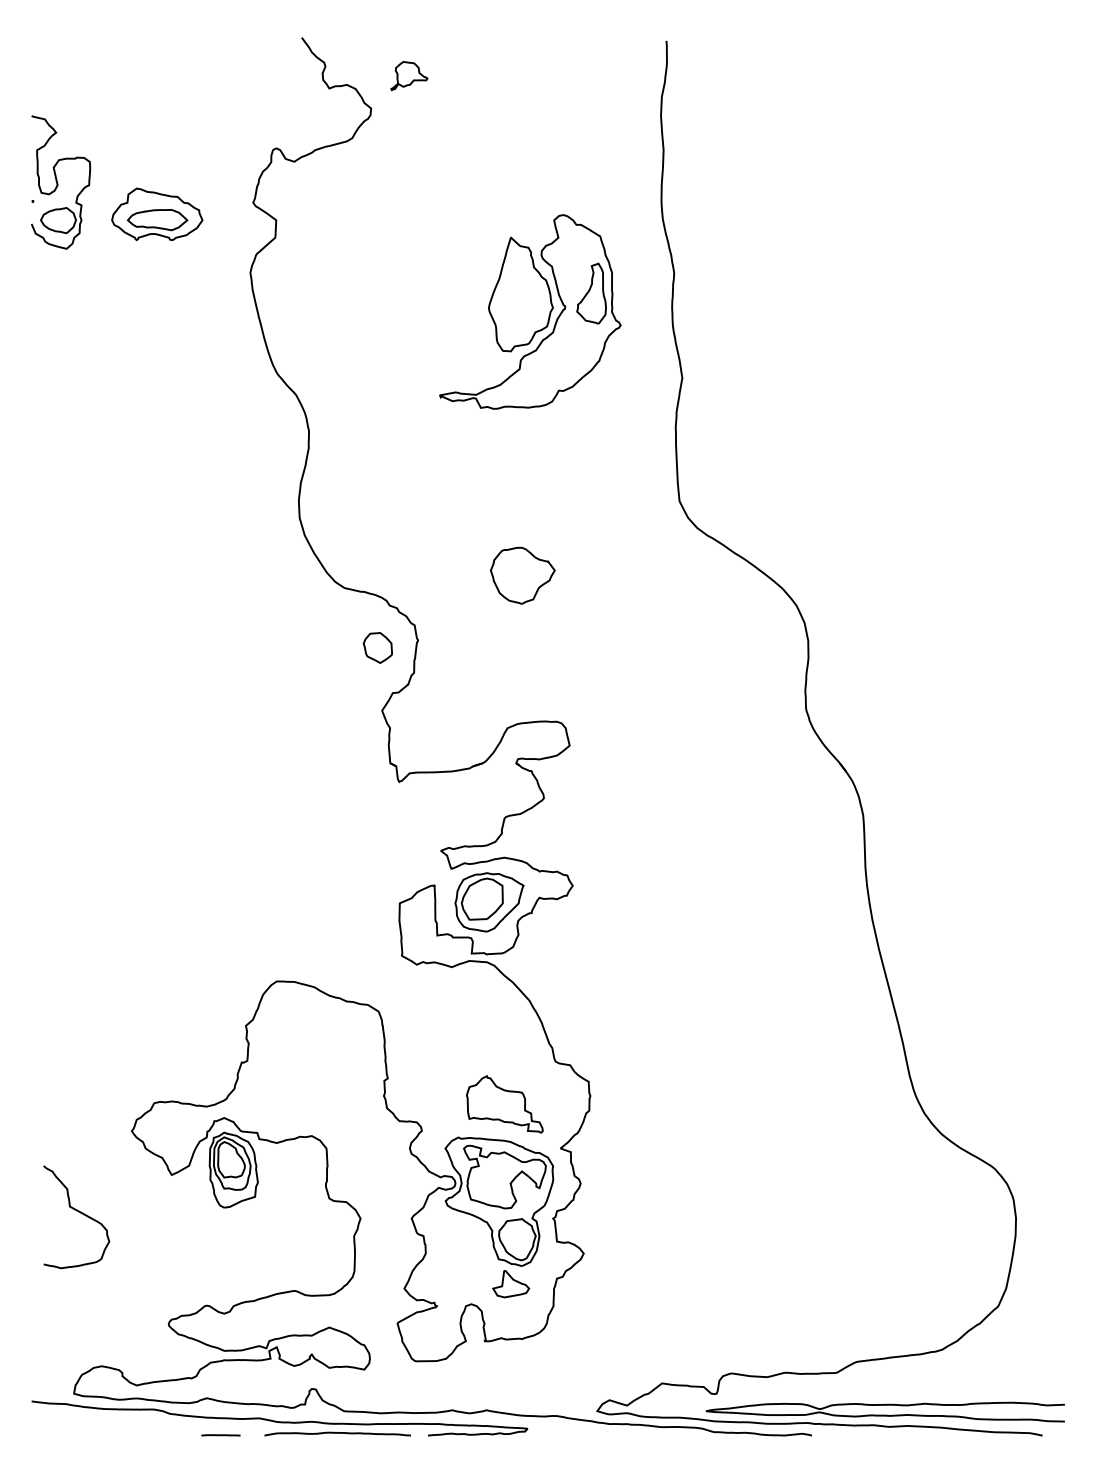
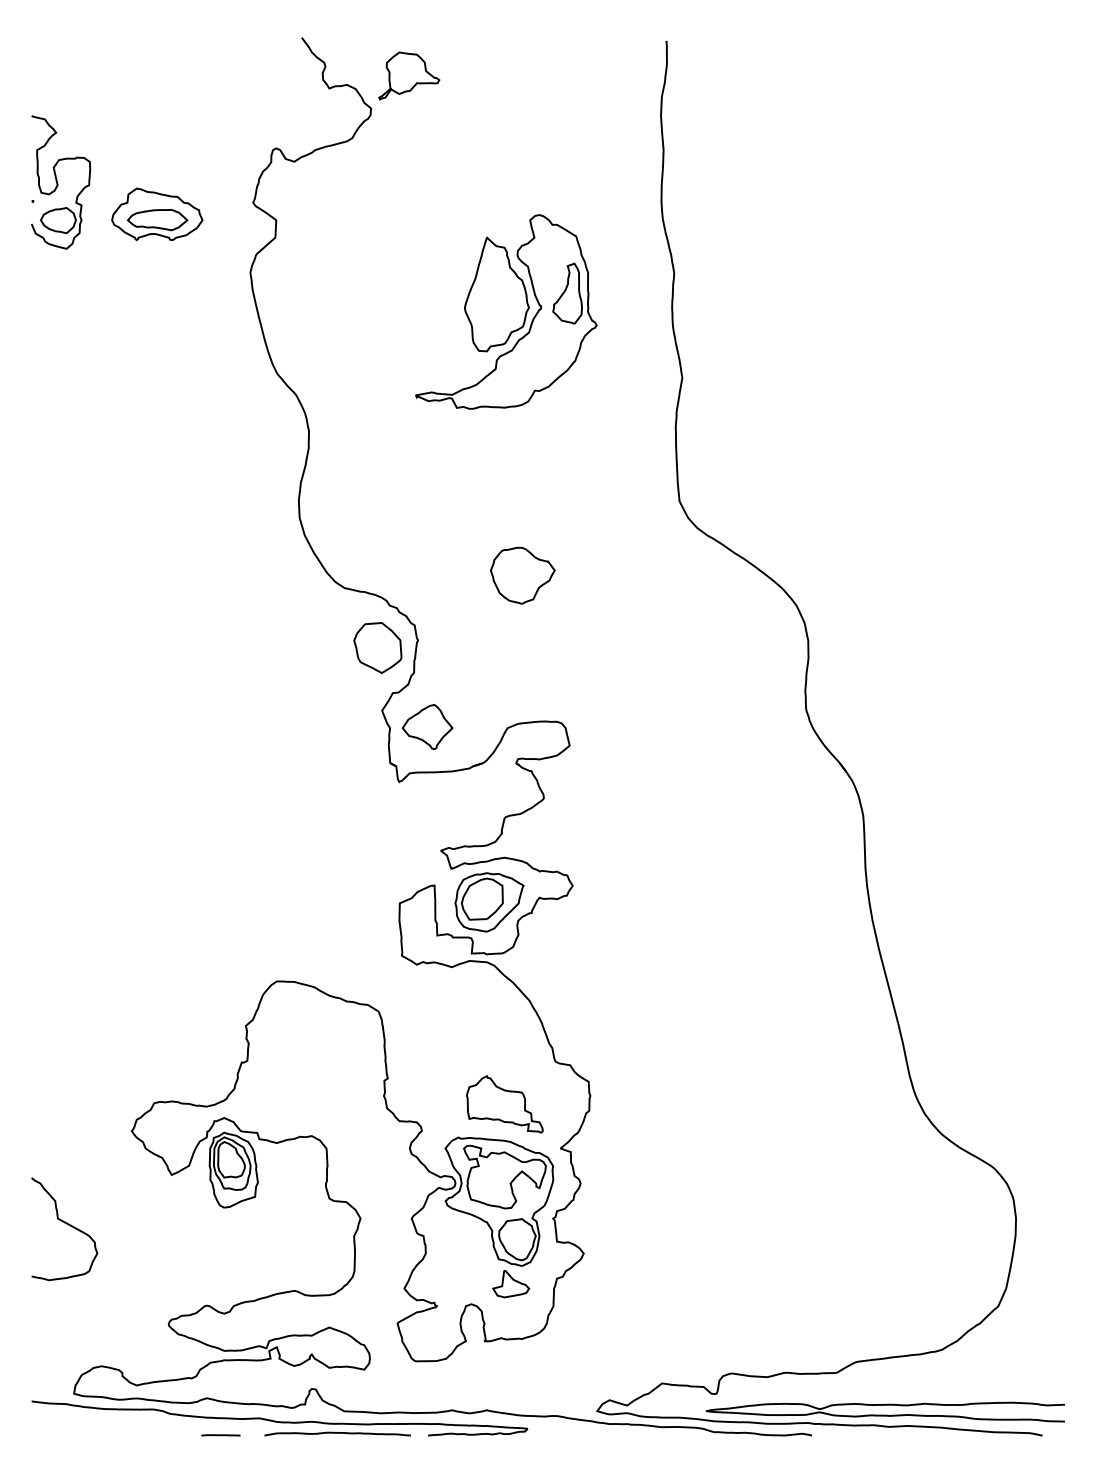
part at (409, 76) size: 39x31 px -> 63x50 px
part at (530, 311) position: (530, 311) -> (506, 311)
part at (377, 647) size: 31x32 px -> 50x52 px
part at (427, 726): none -> present
curve at (78, 1212) position: (78, 1212) -> (66, 1224)
